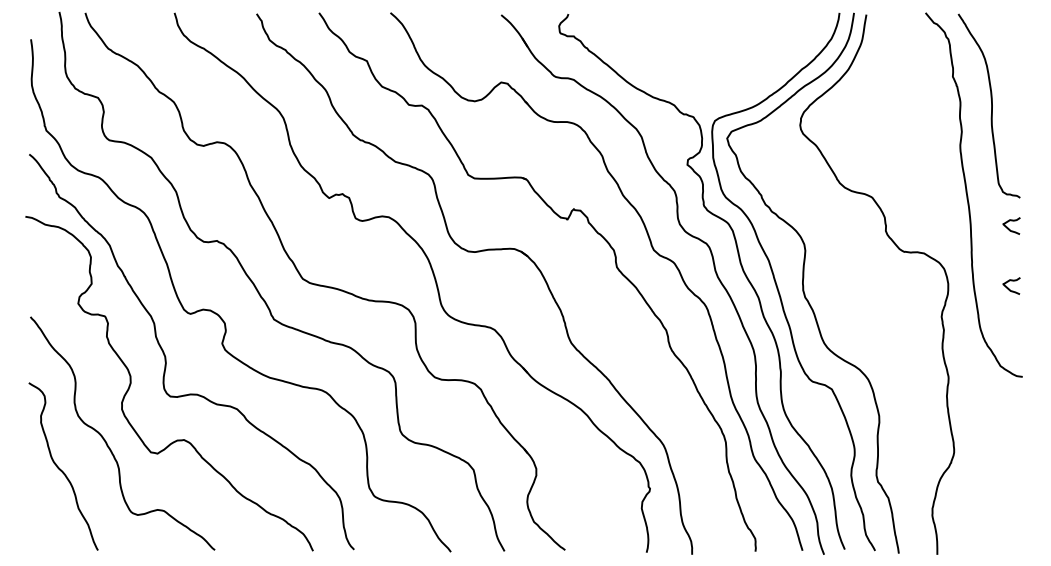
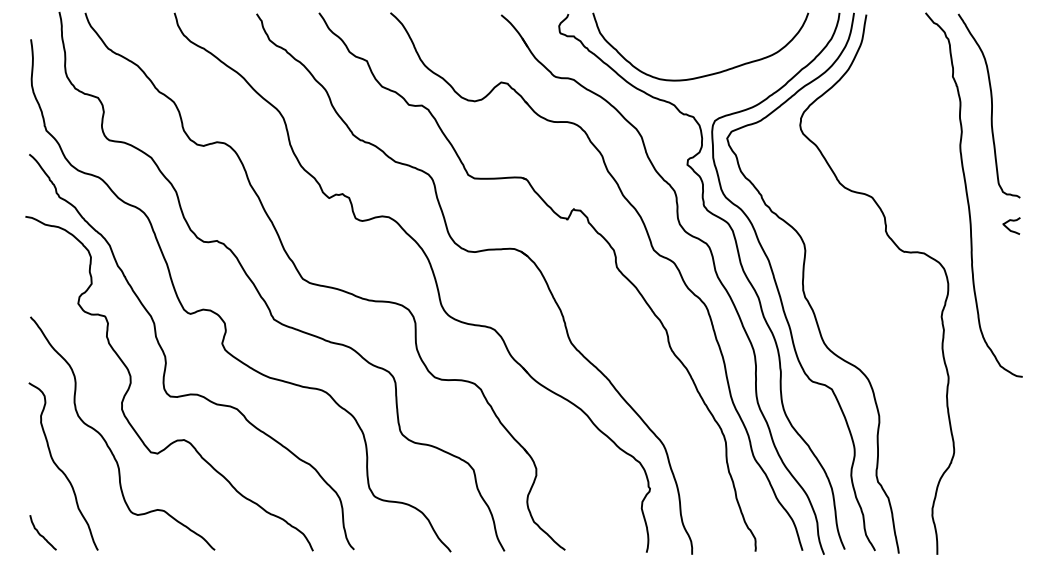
curve at (706, 74): none -> present
curve at (1008, 287): present -> none
curve at (40, 533): none -> present
